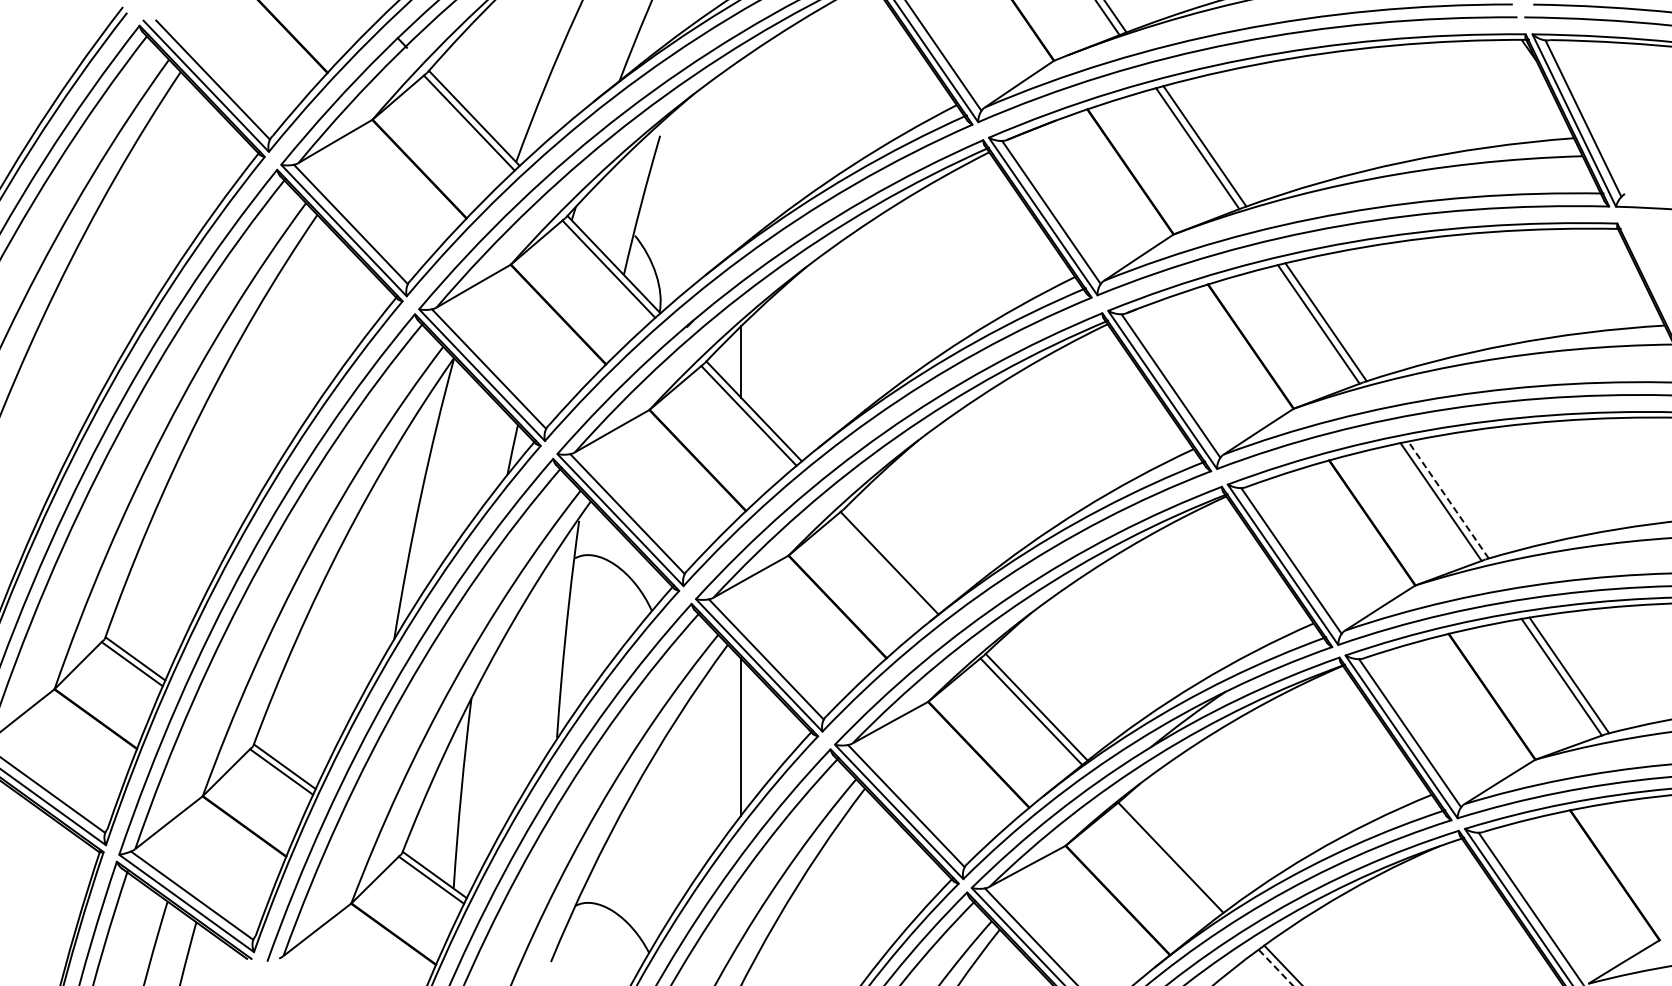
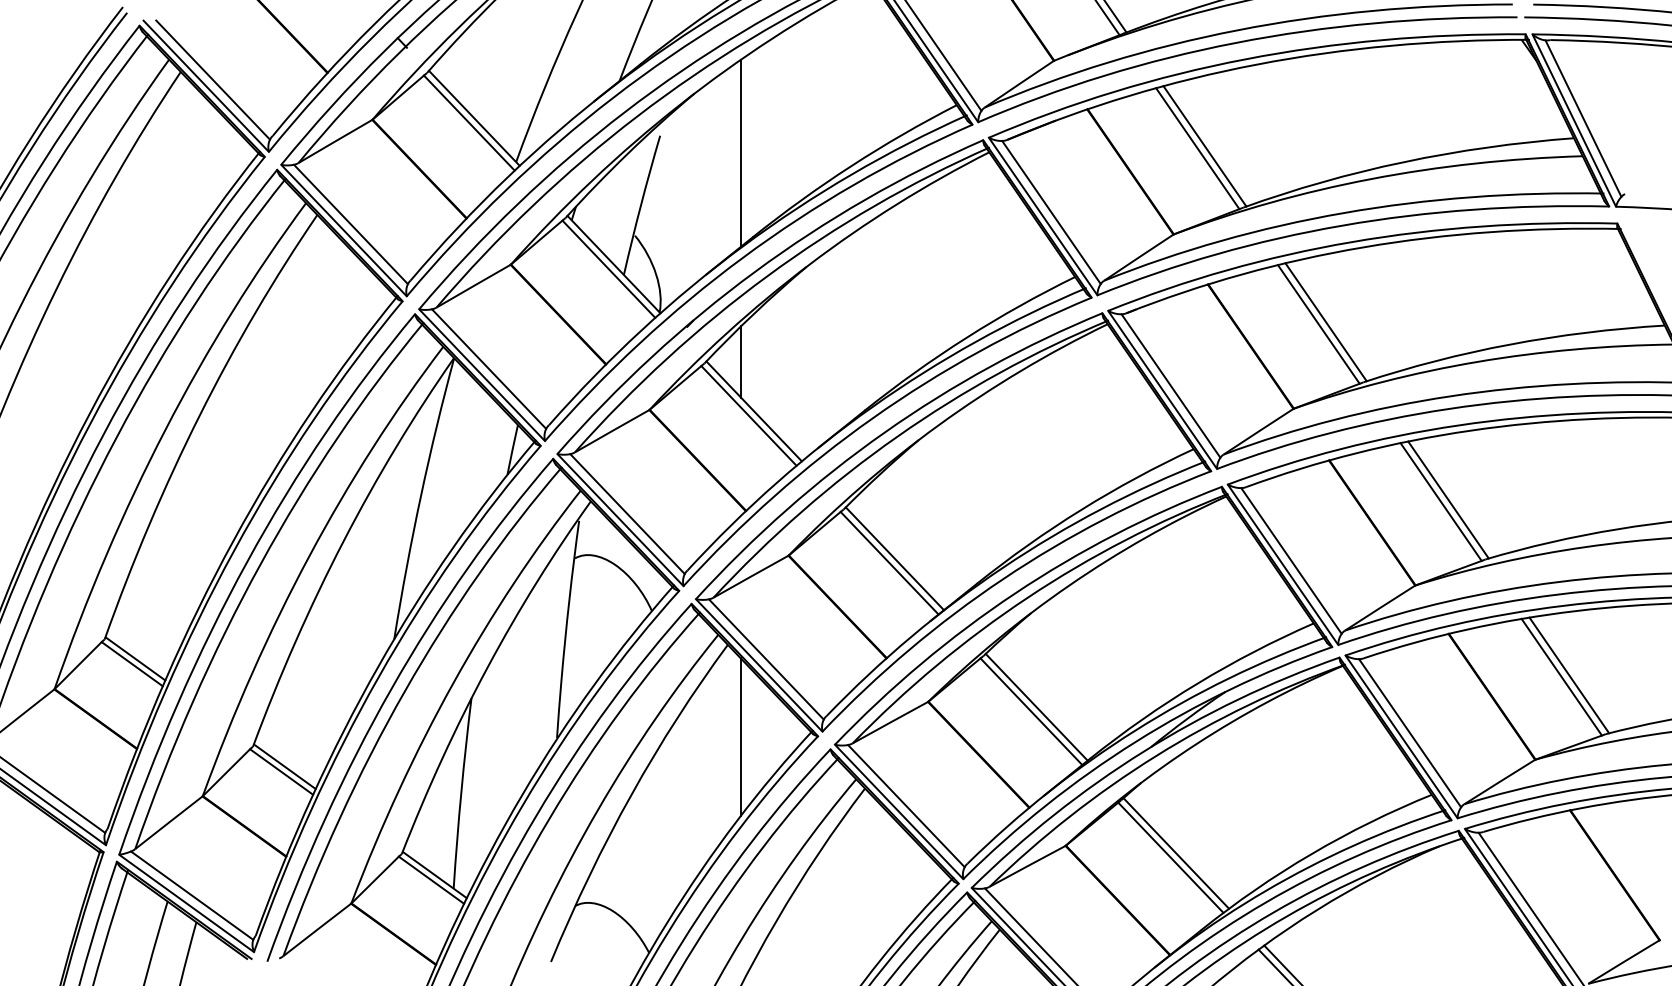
line at (740, 152): none -> present
line at (1448, 499): dashed -> solid
line at (894, 558): none -> present
line at (1176, 853): none -> present
line at (1275, 967): dashed -> solid
